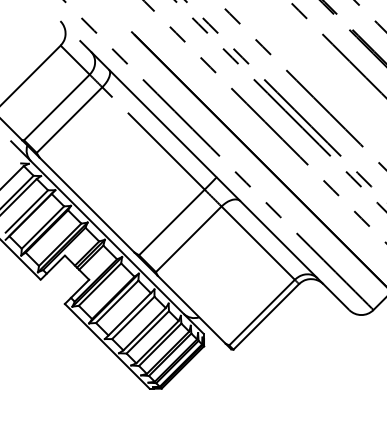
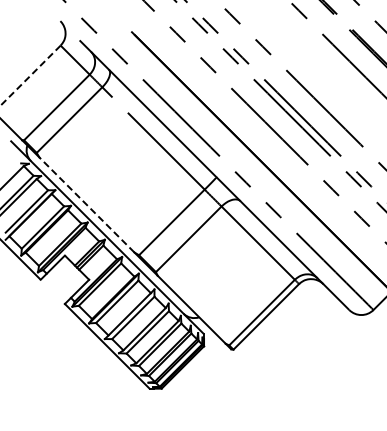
line at (30, 75): solid -> dashed
line at (86, 204): solid -> dashed
